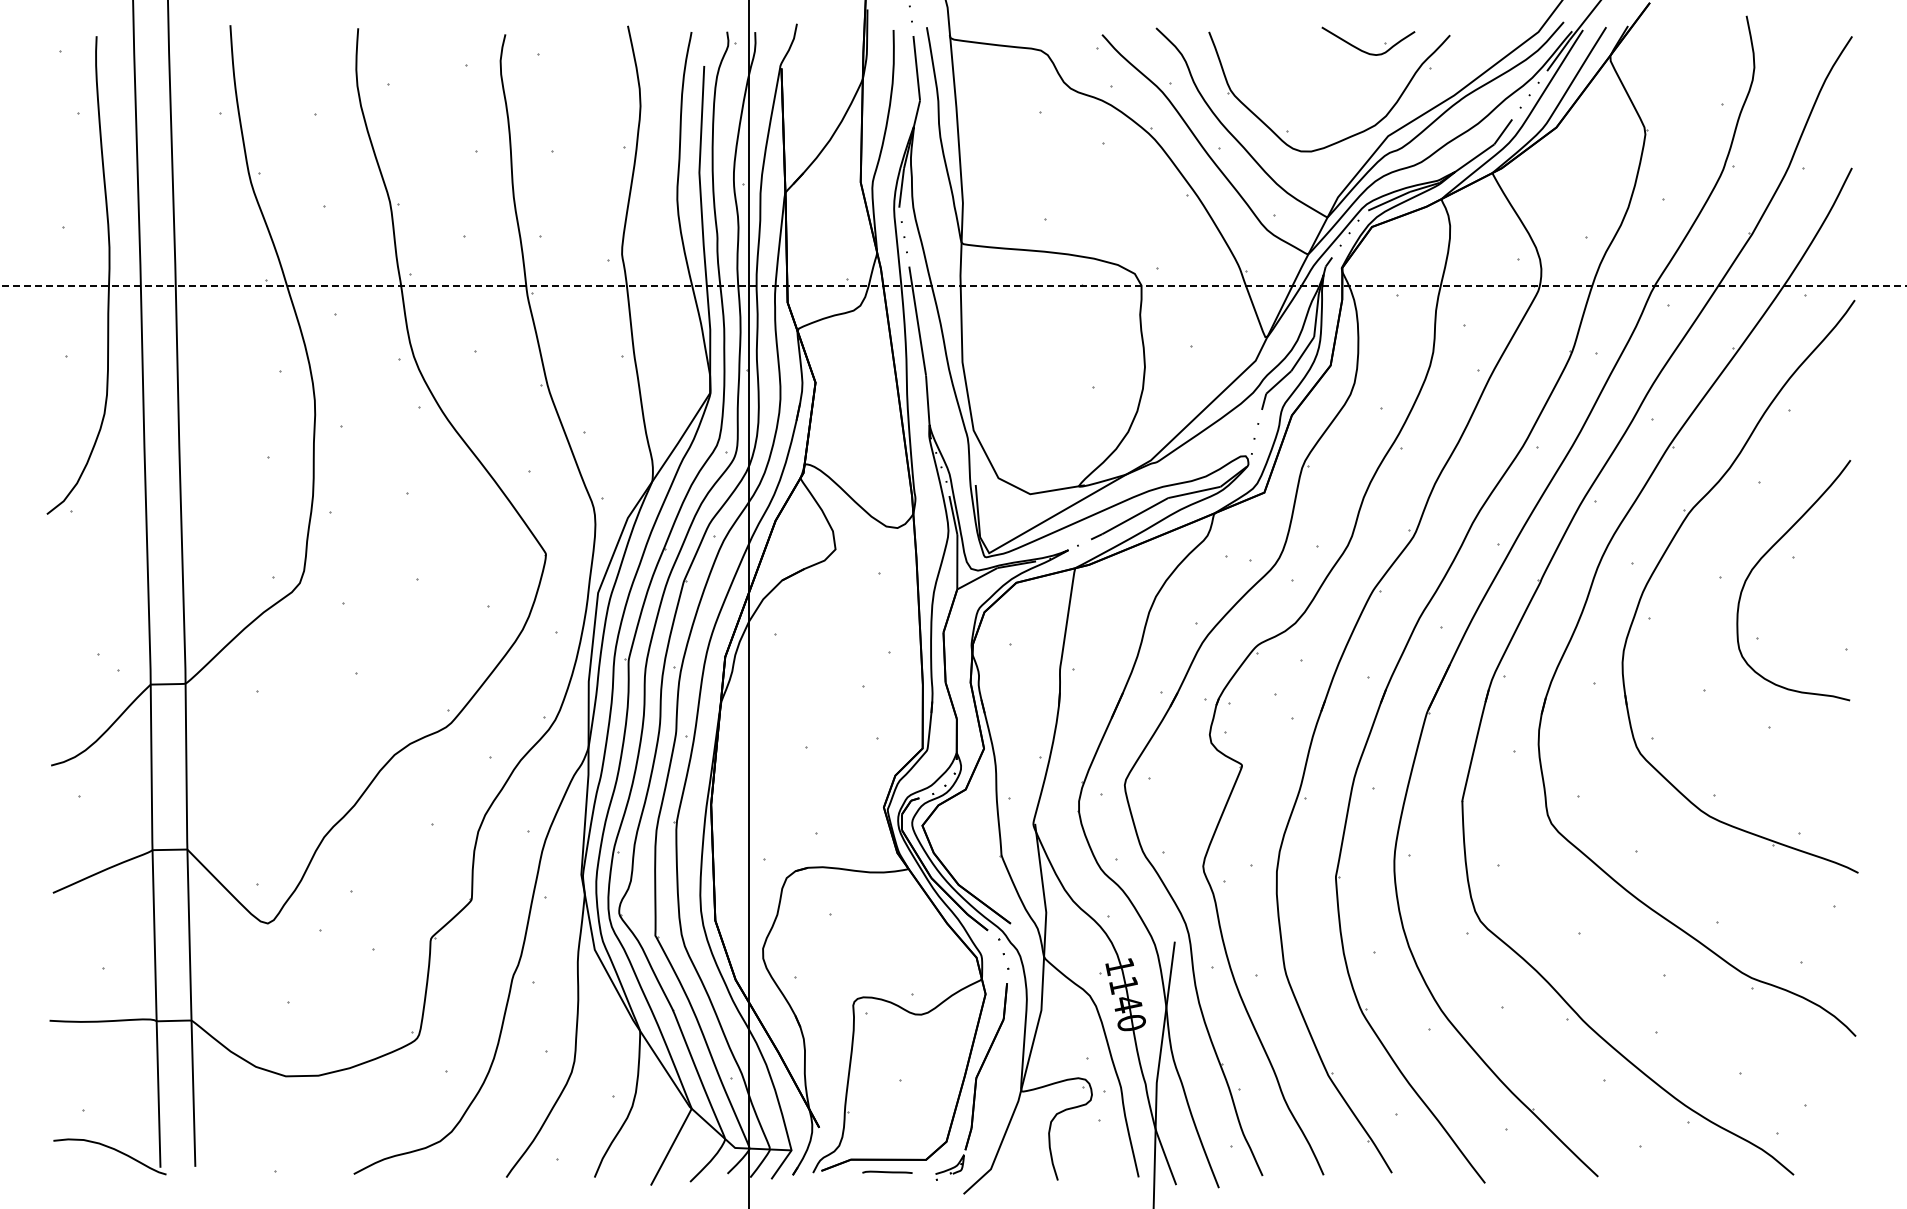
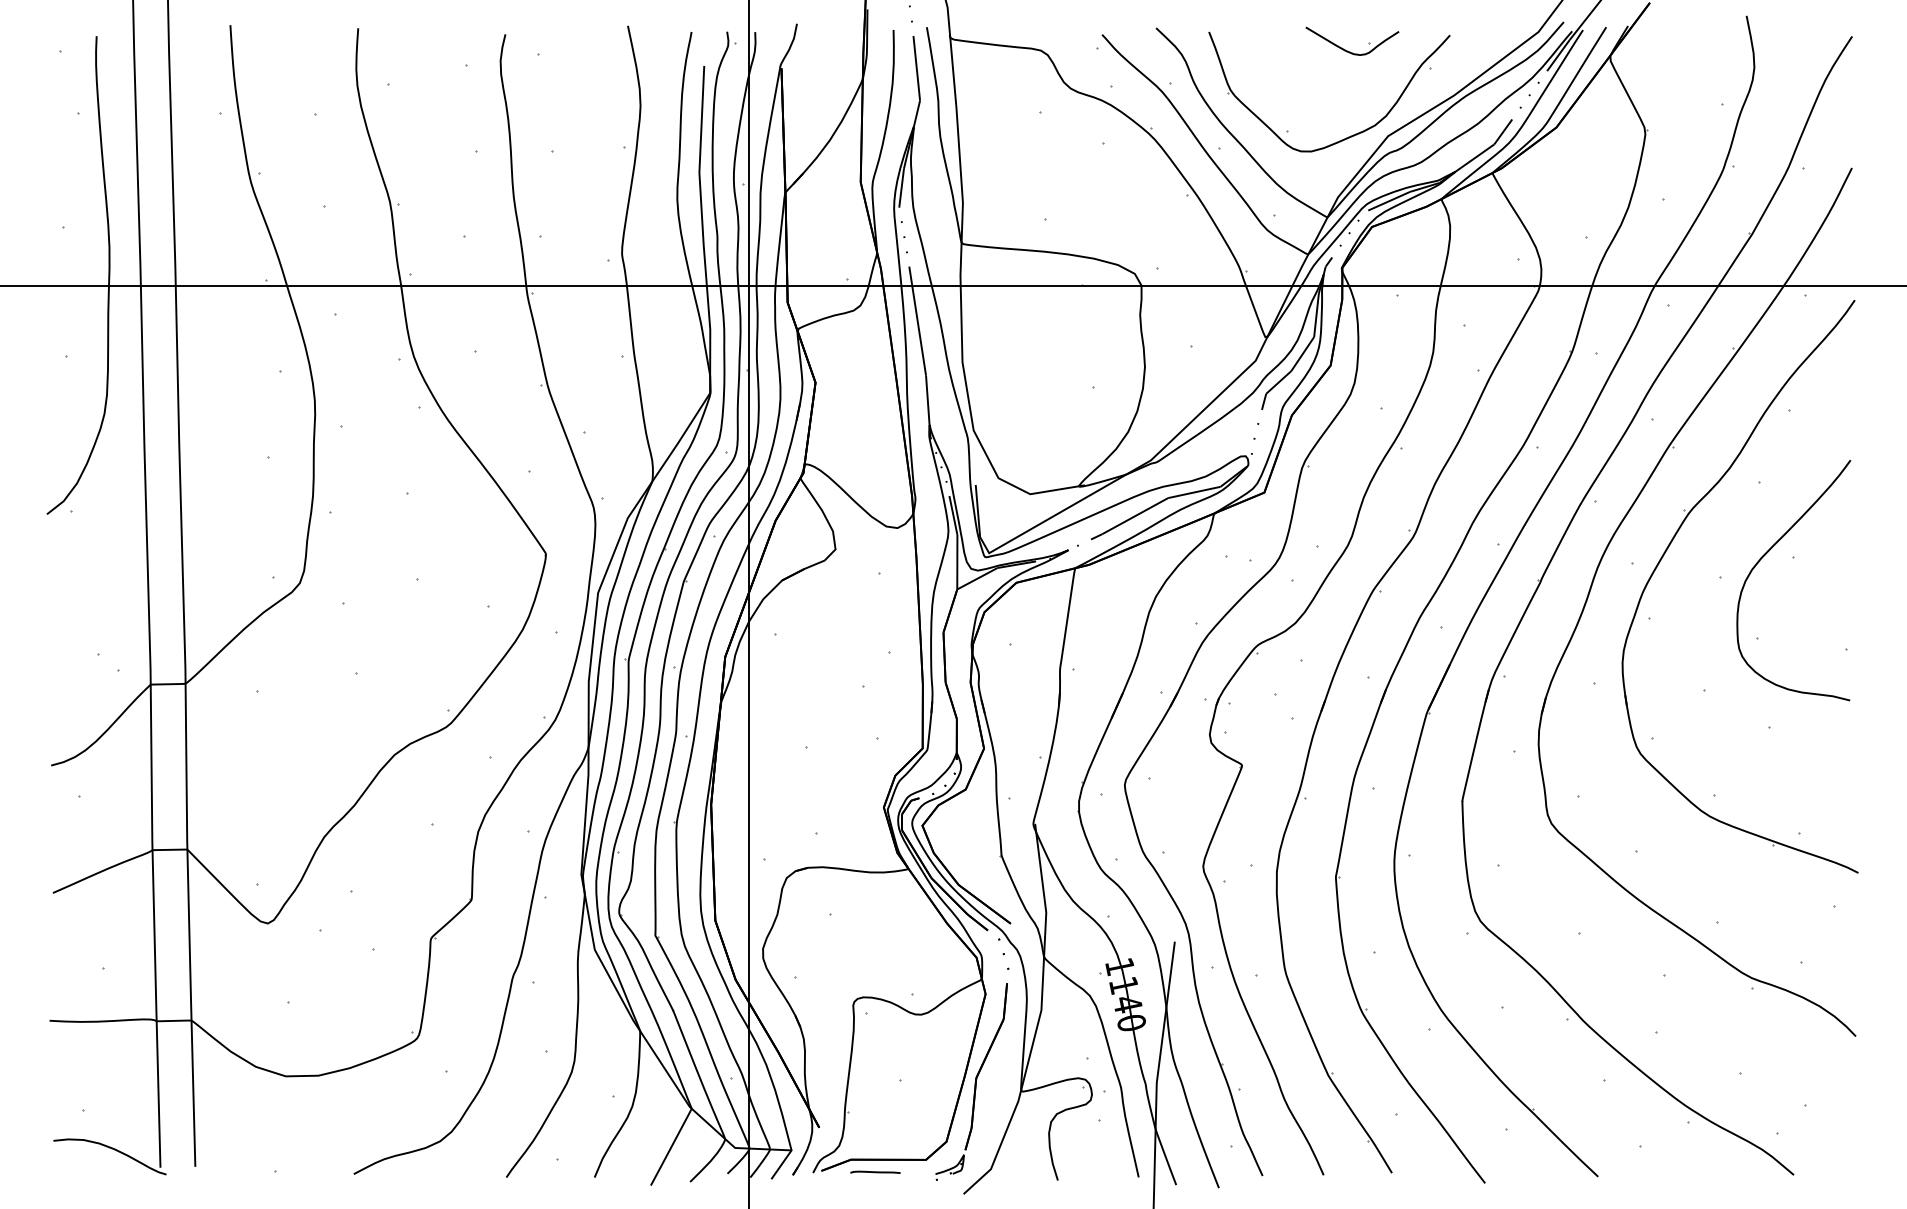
part at (1363, 50) position: (1363, 50) -> (1347, 50)
line at (953, 285): dashed -> solid
line at (887, 1171) position: (887, 1171) -> (875, 1171)
